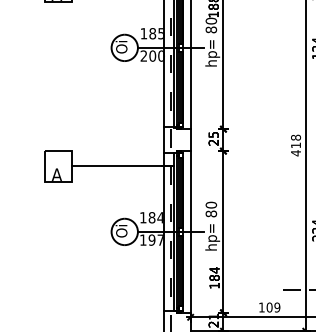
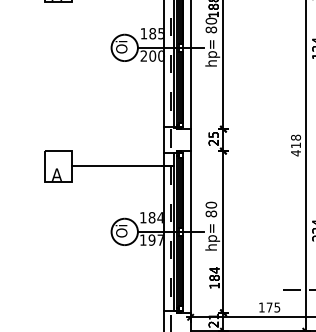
text at (273, 307): 109 -> 175
